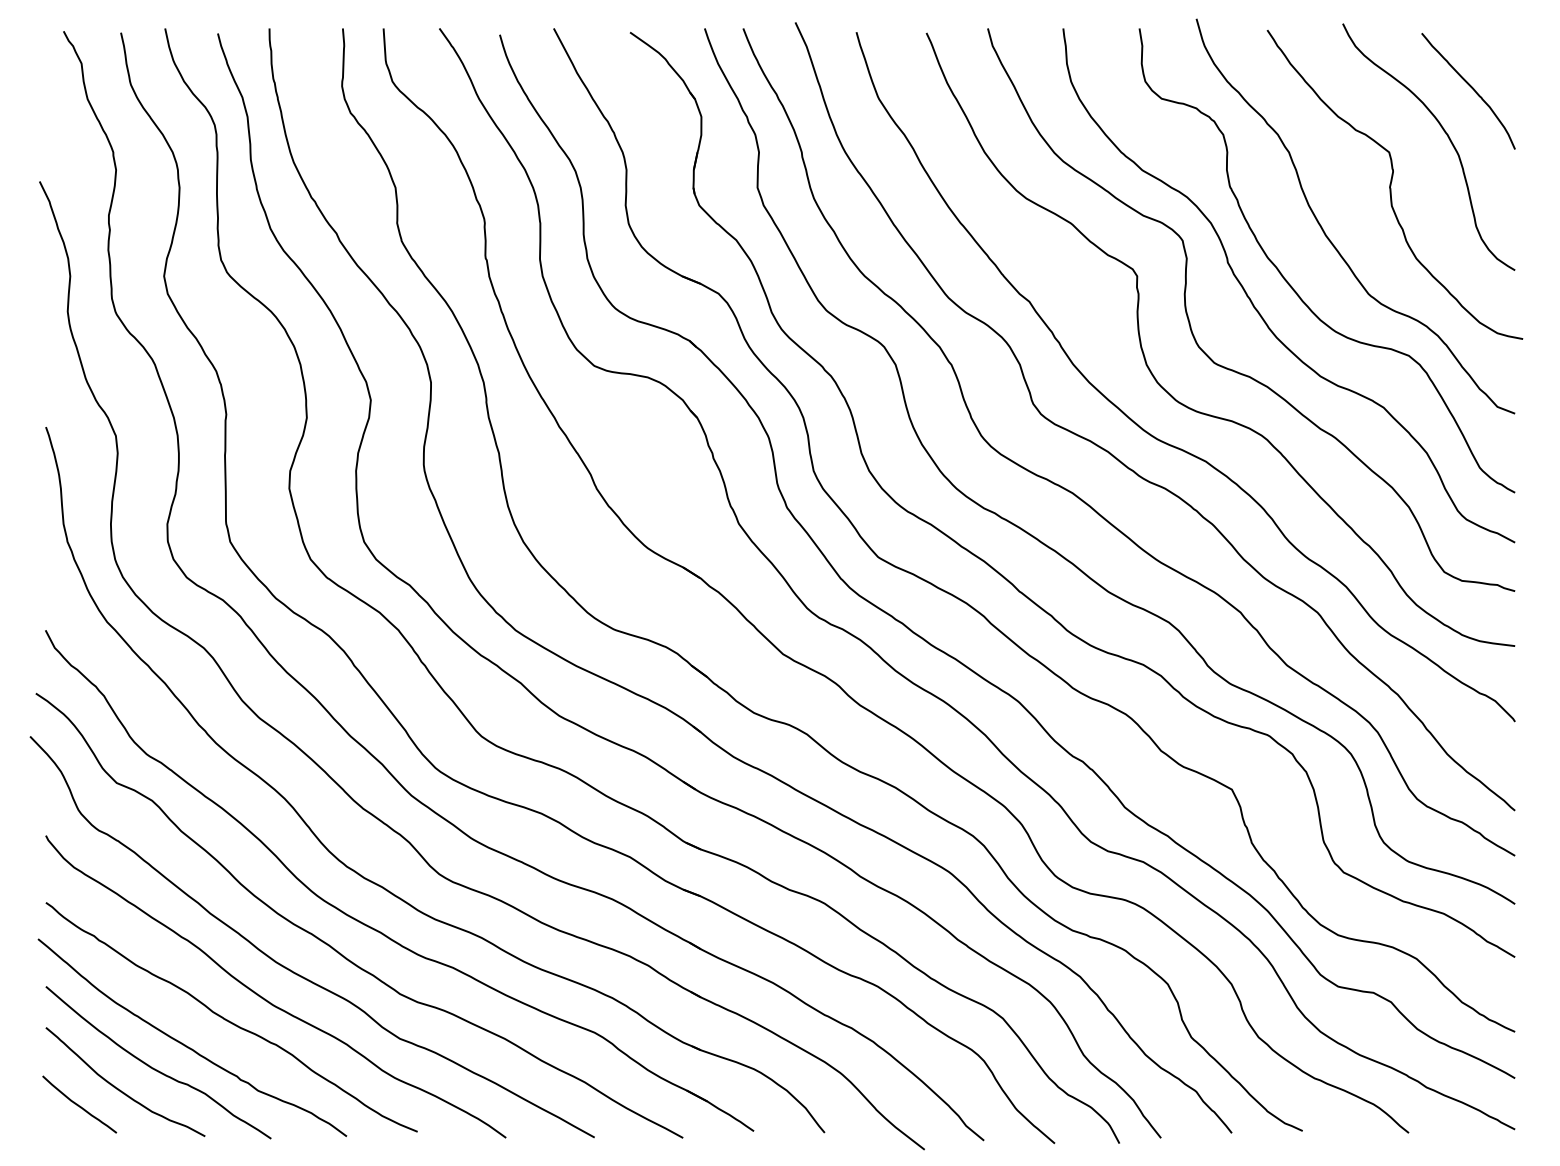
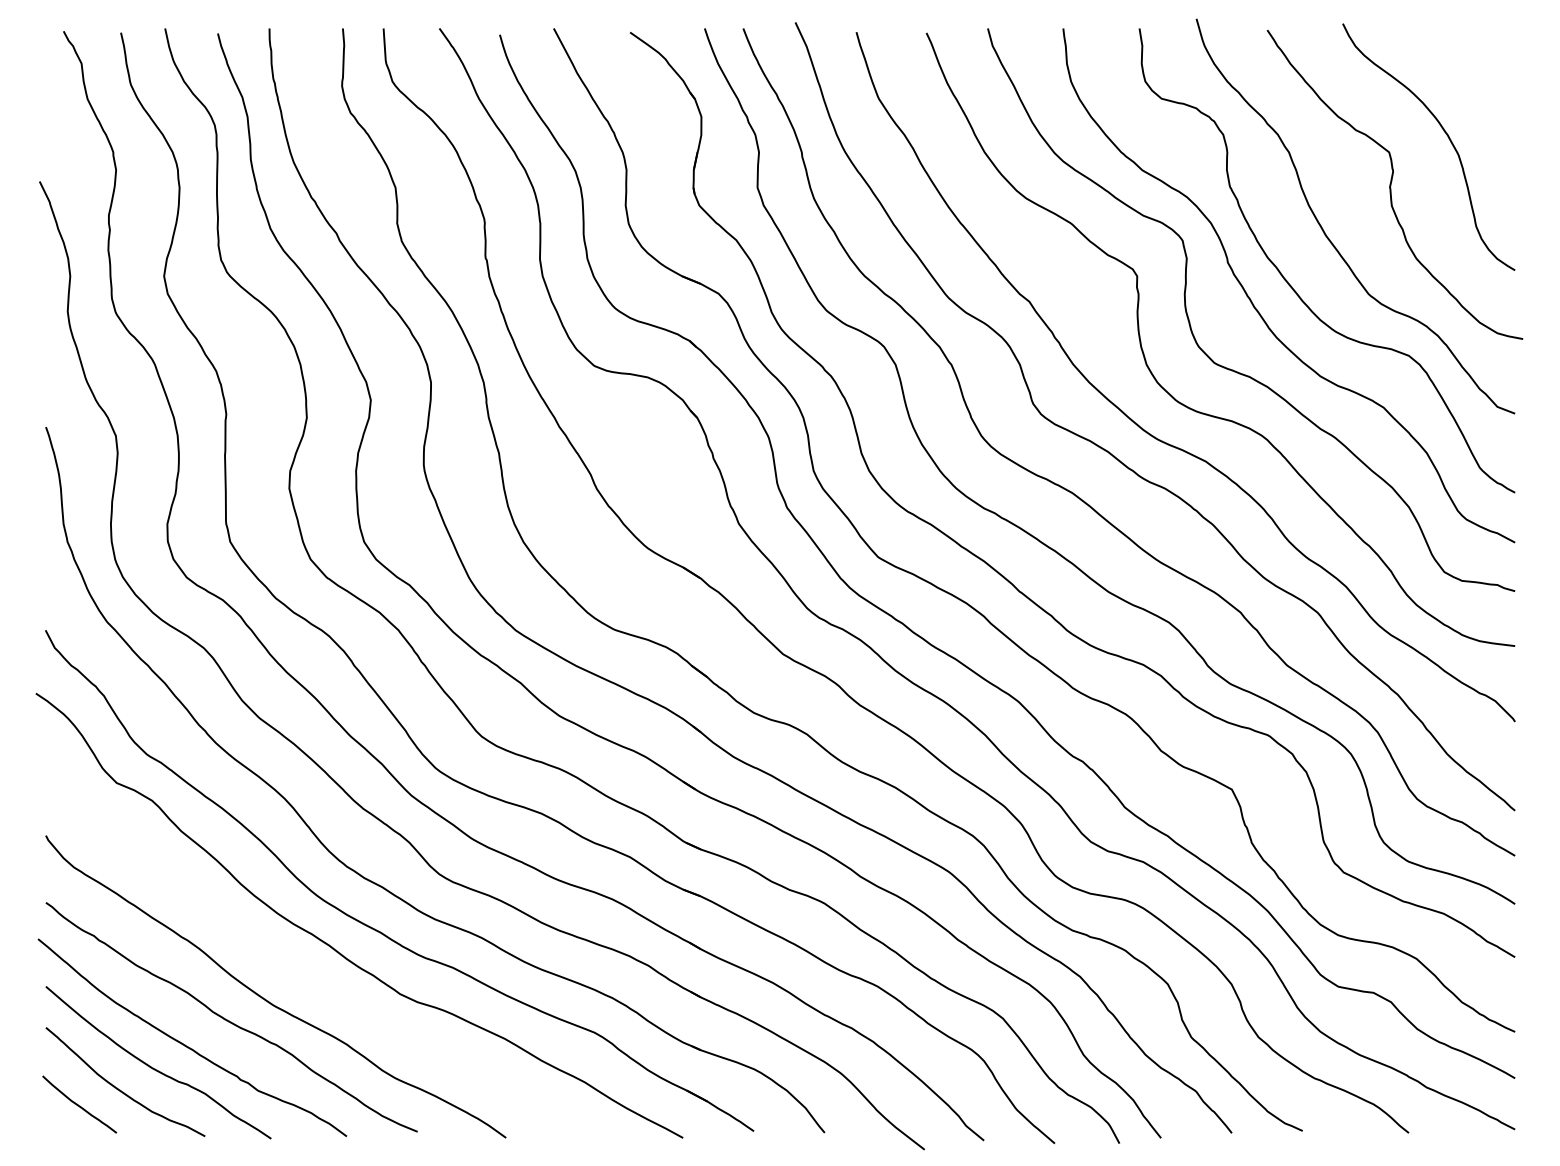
curve at (1471, 88): present -> none
curve at (289, 968): present -> none
